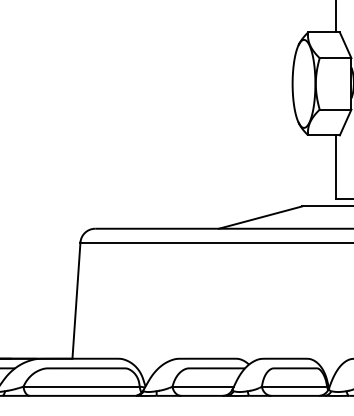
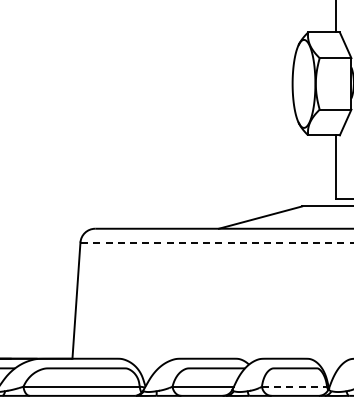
line at (216, 242): solid -> dashed
line at (294, 386): solid -> dashed
